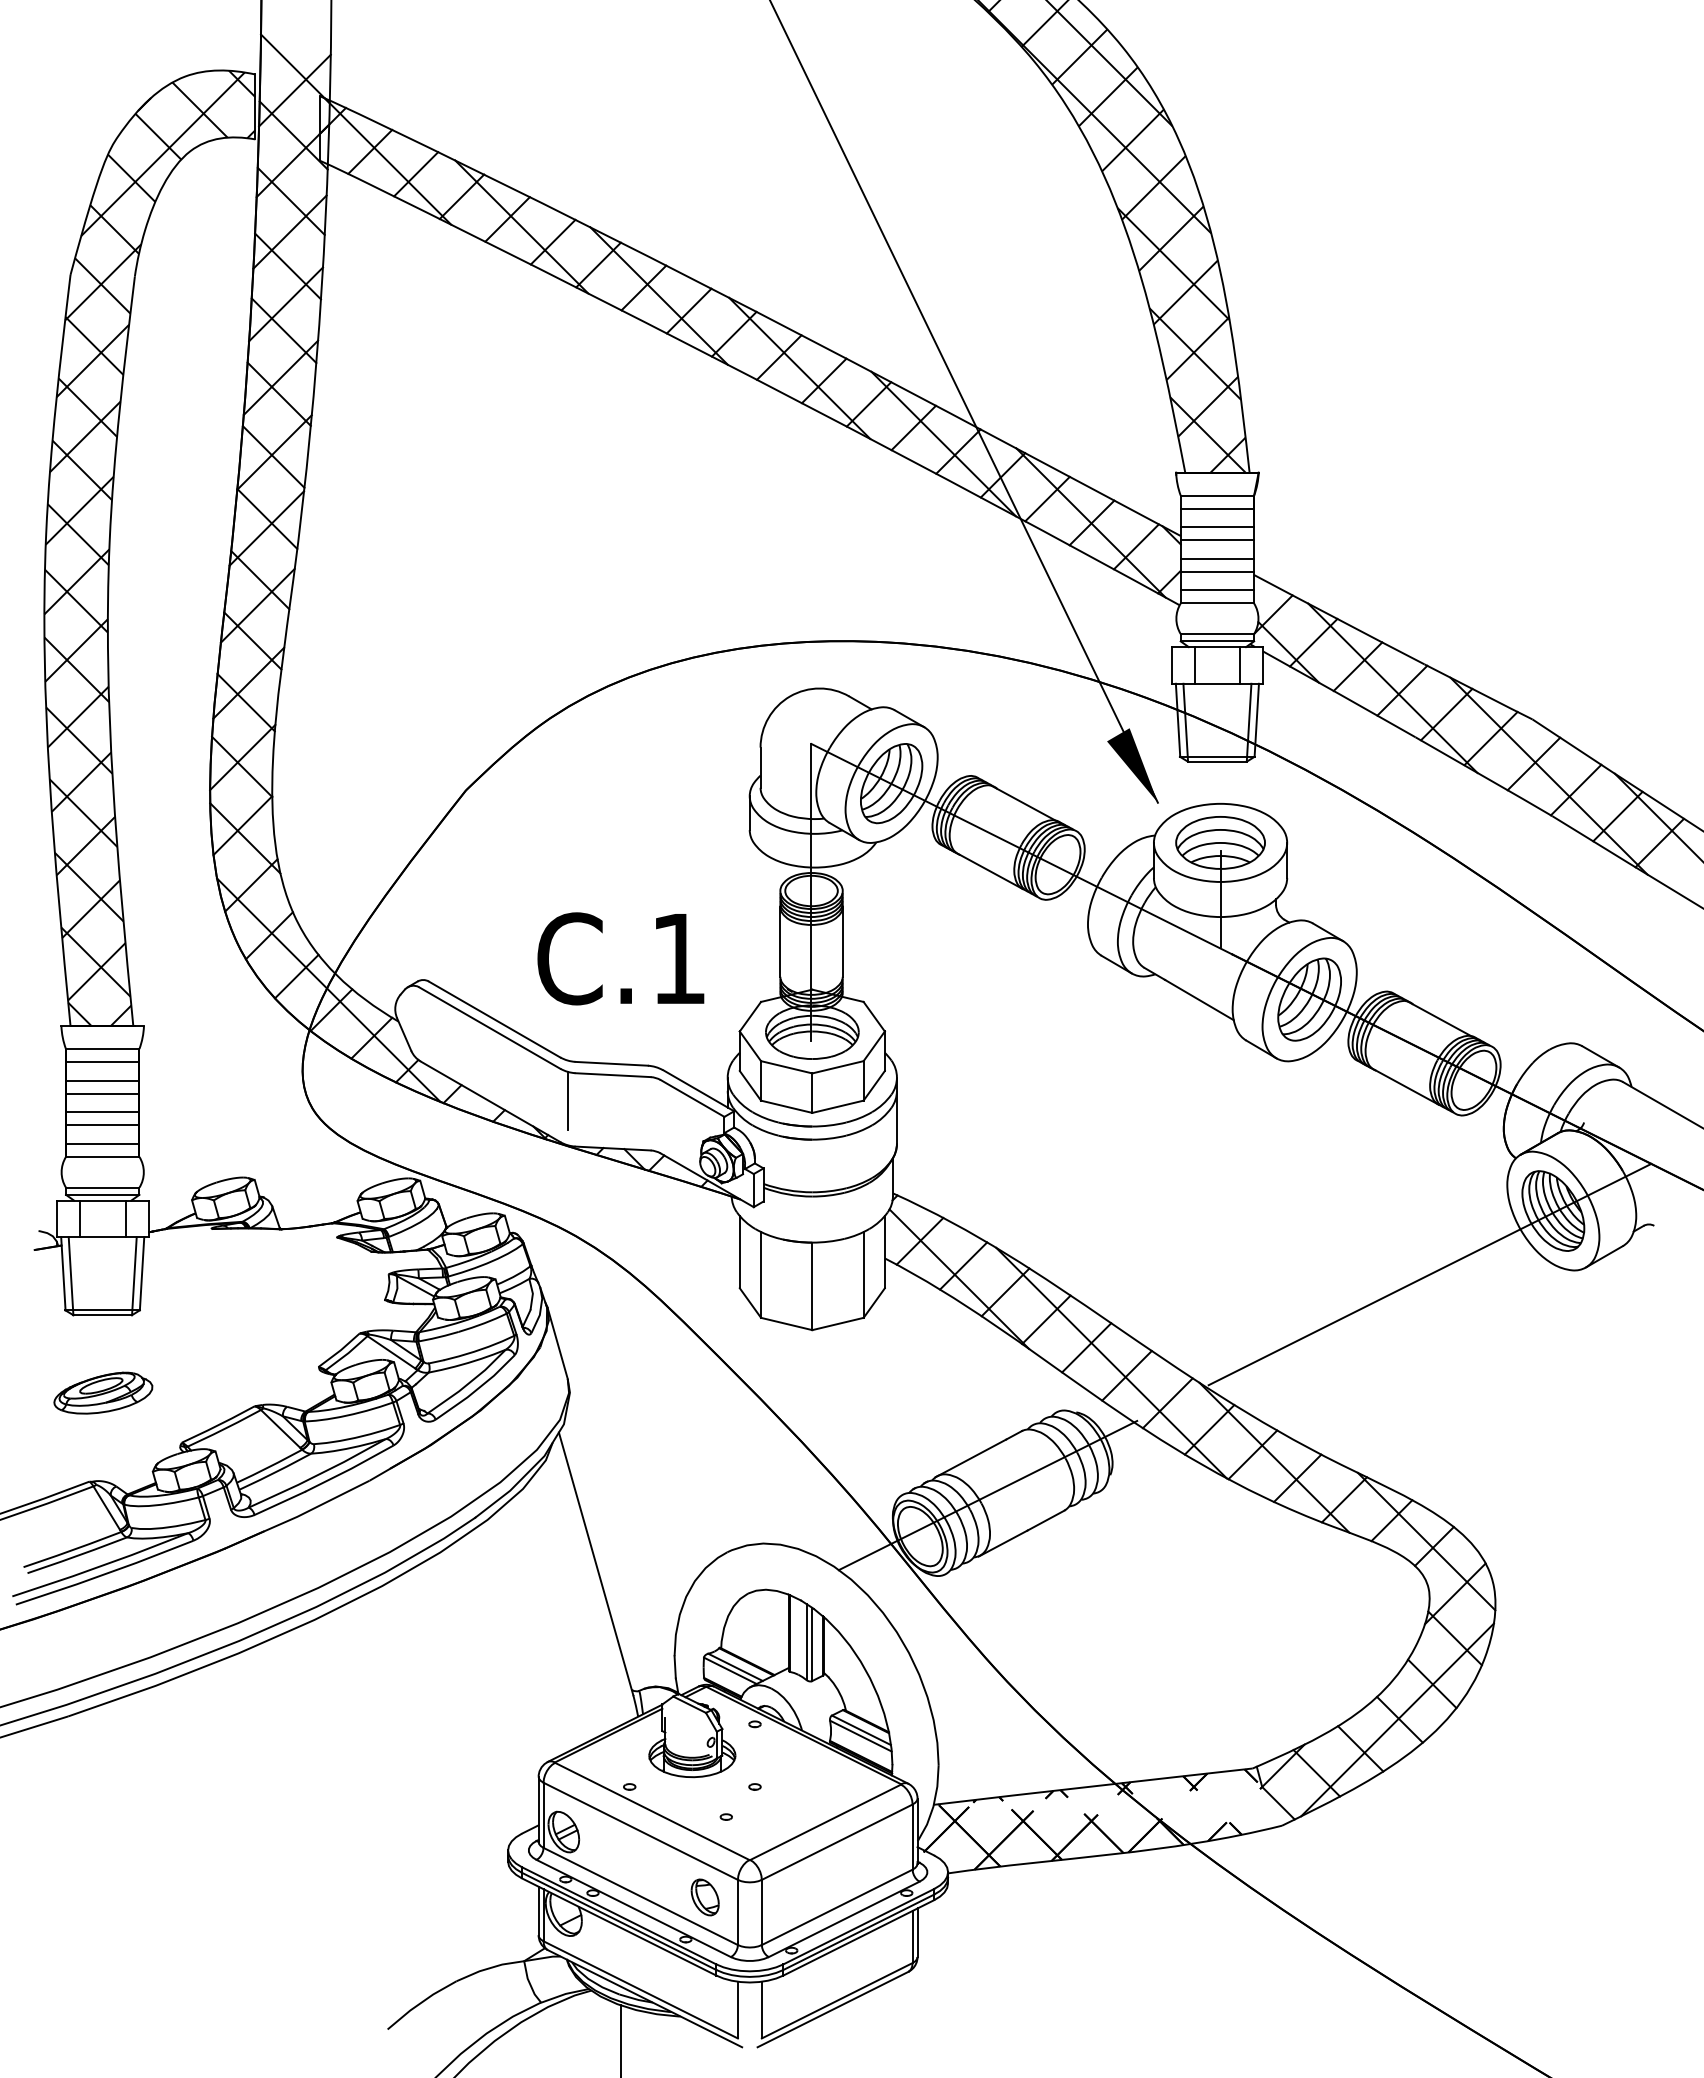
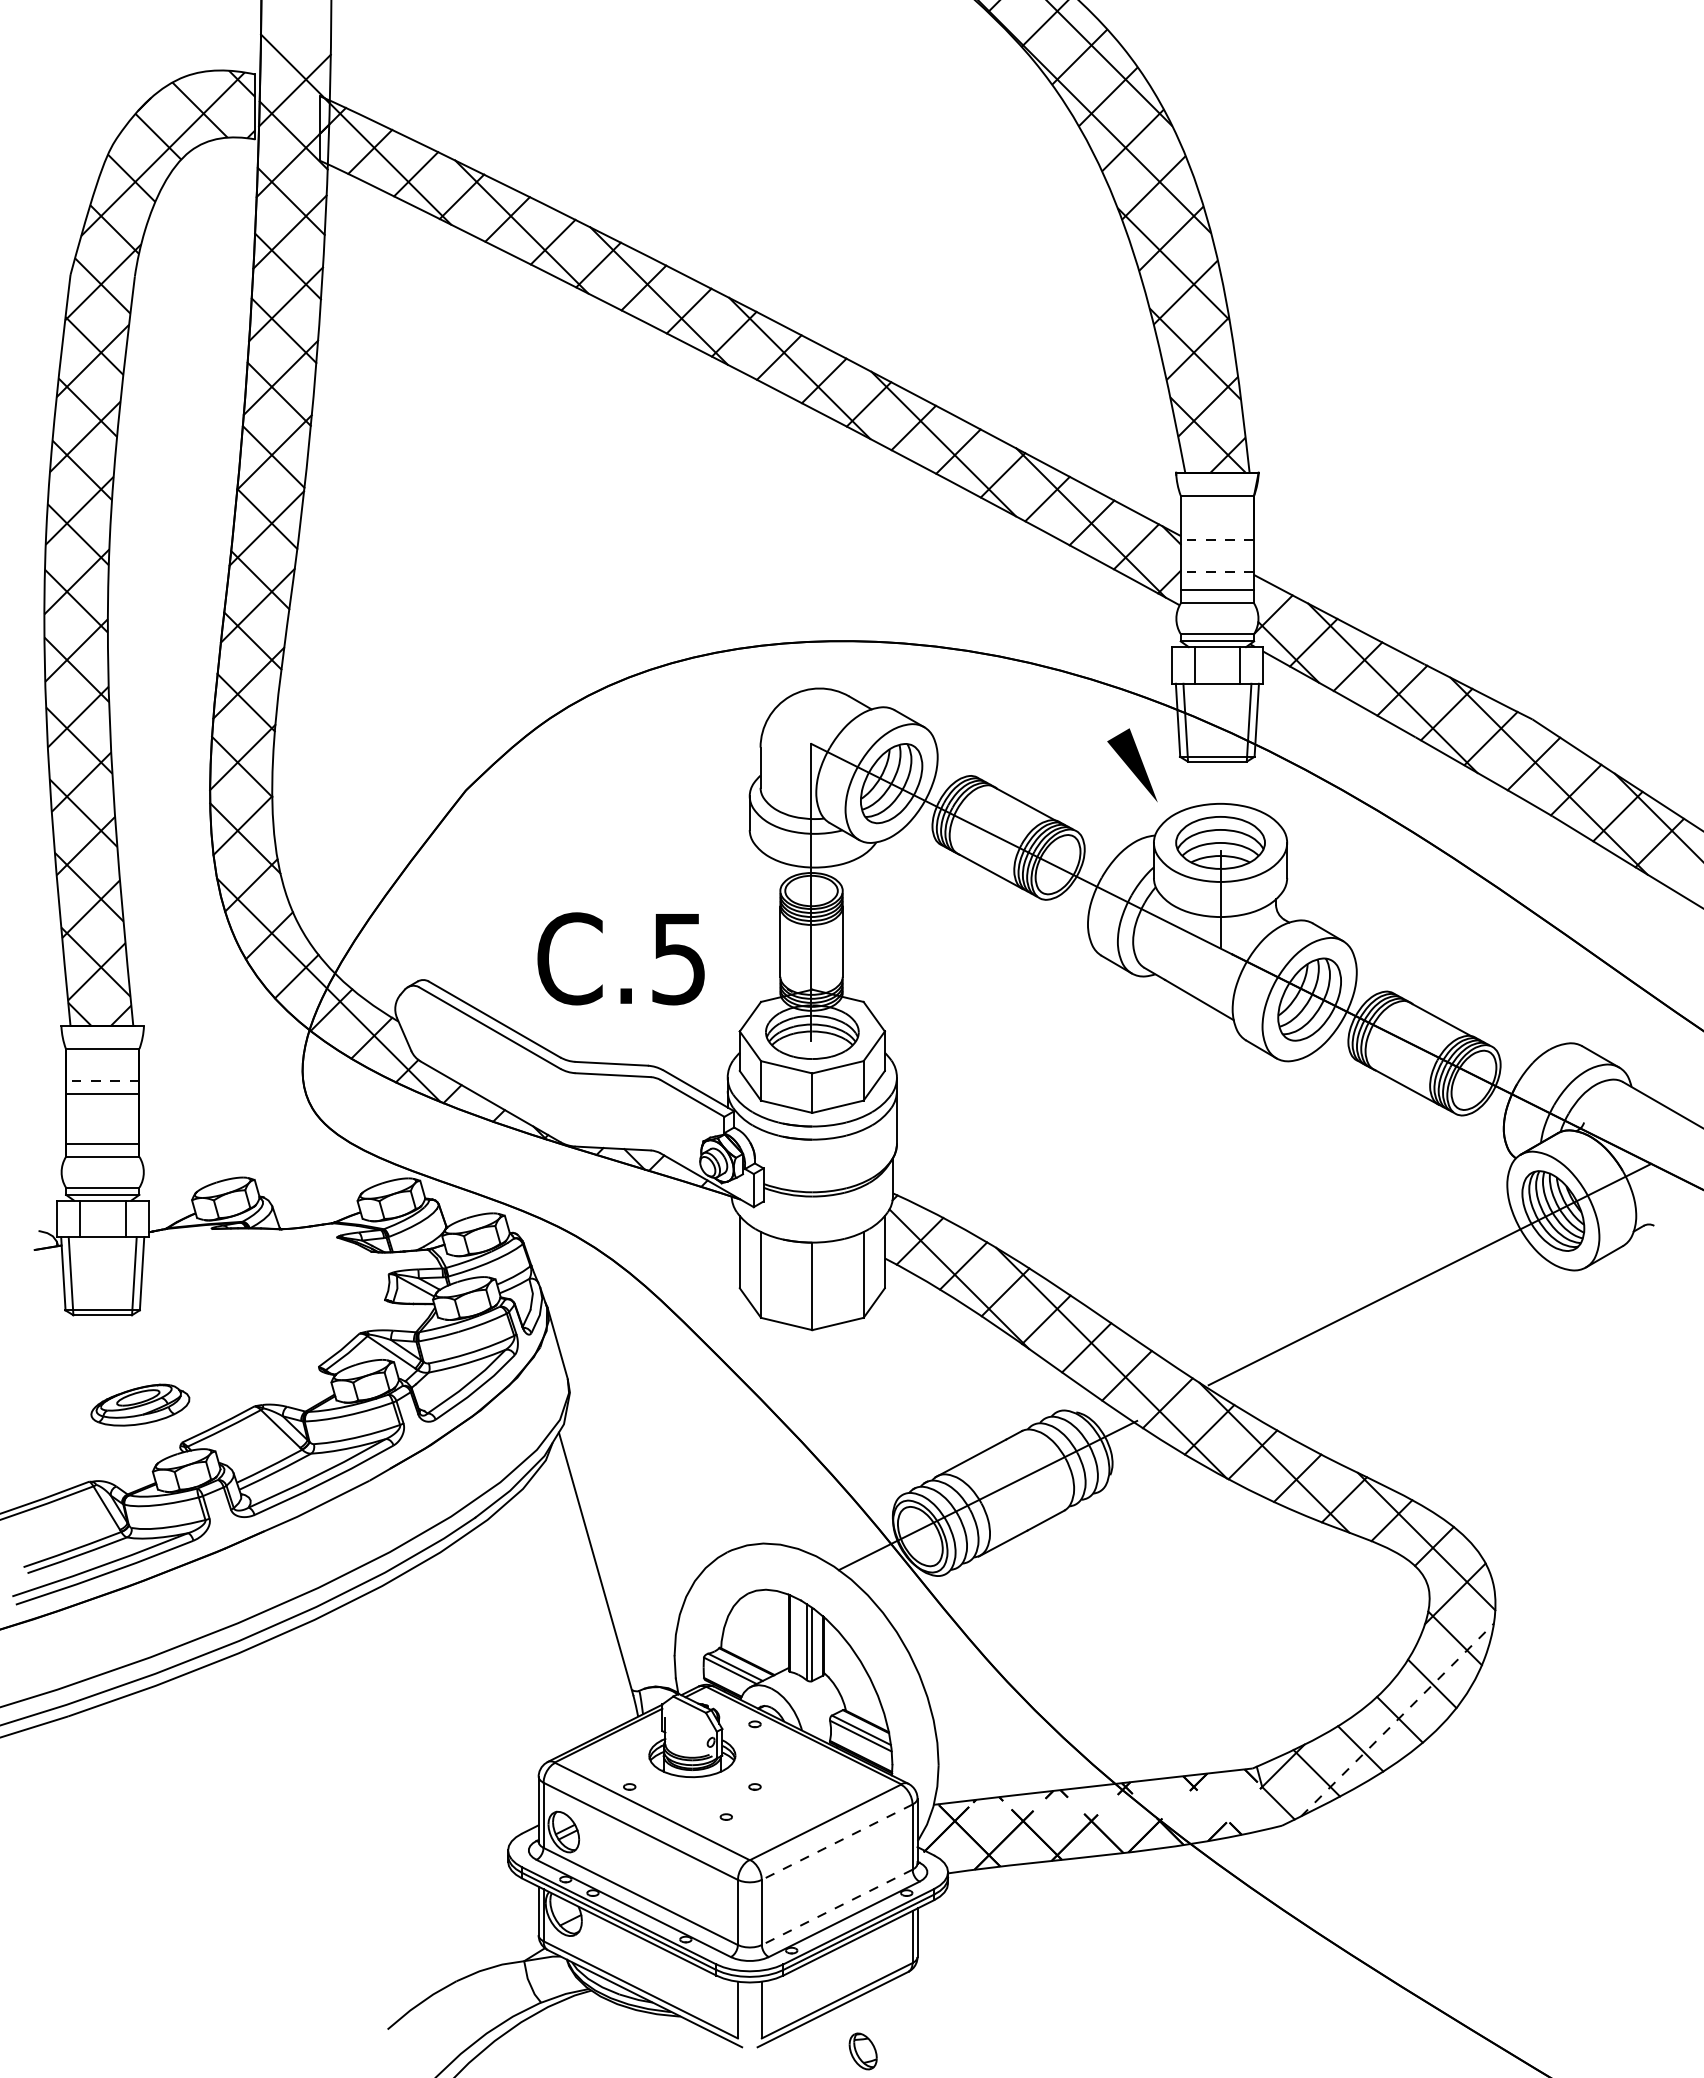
line at (964, 402): present -> none
line at (1217, 508): present -> none
line at (1217, 527): present -> none
line at (1217, 540): solid -> dashed
line at (1217, 558): present -> none
line at (1217, 571): solid -> dashed
text at (678, 959): C.1 -> C.5
line at (102, 1062): present -> none
line at (102, 1080): solid -> dashed
line at (567, 1100): present -> none
line at (102, 1112): present -> none
line at (102, 1125): present -> none
part at (103, 1392) position: (103, 1392) -> (140, 1404)
line at (1397, 1719): solid -> dashed
line at (836, 1842): solid -> dashed
part at (704, 1897) position: (704, 1897) -> (862, 2051)
line at (836, 1907): solid -> dashed
line at (621, 2039): present -> none
